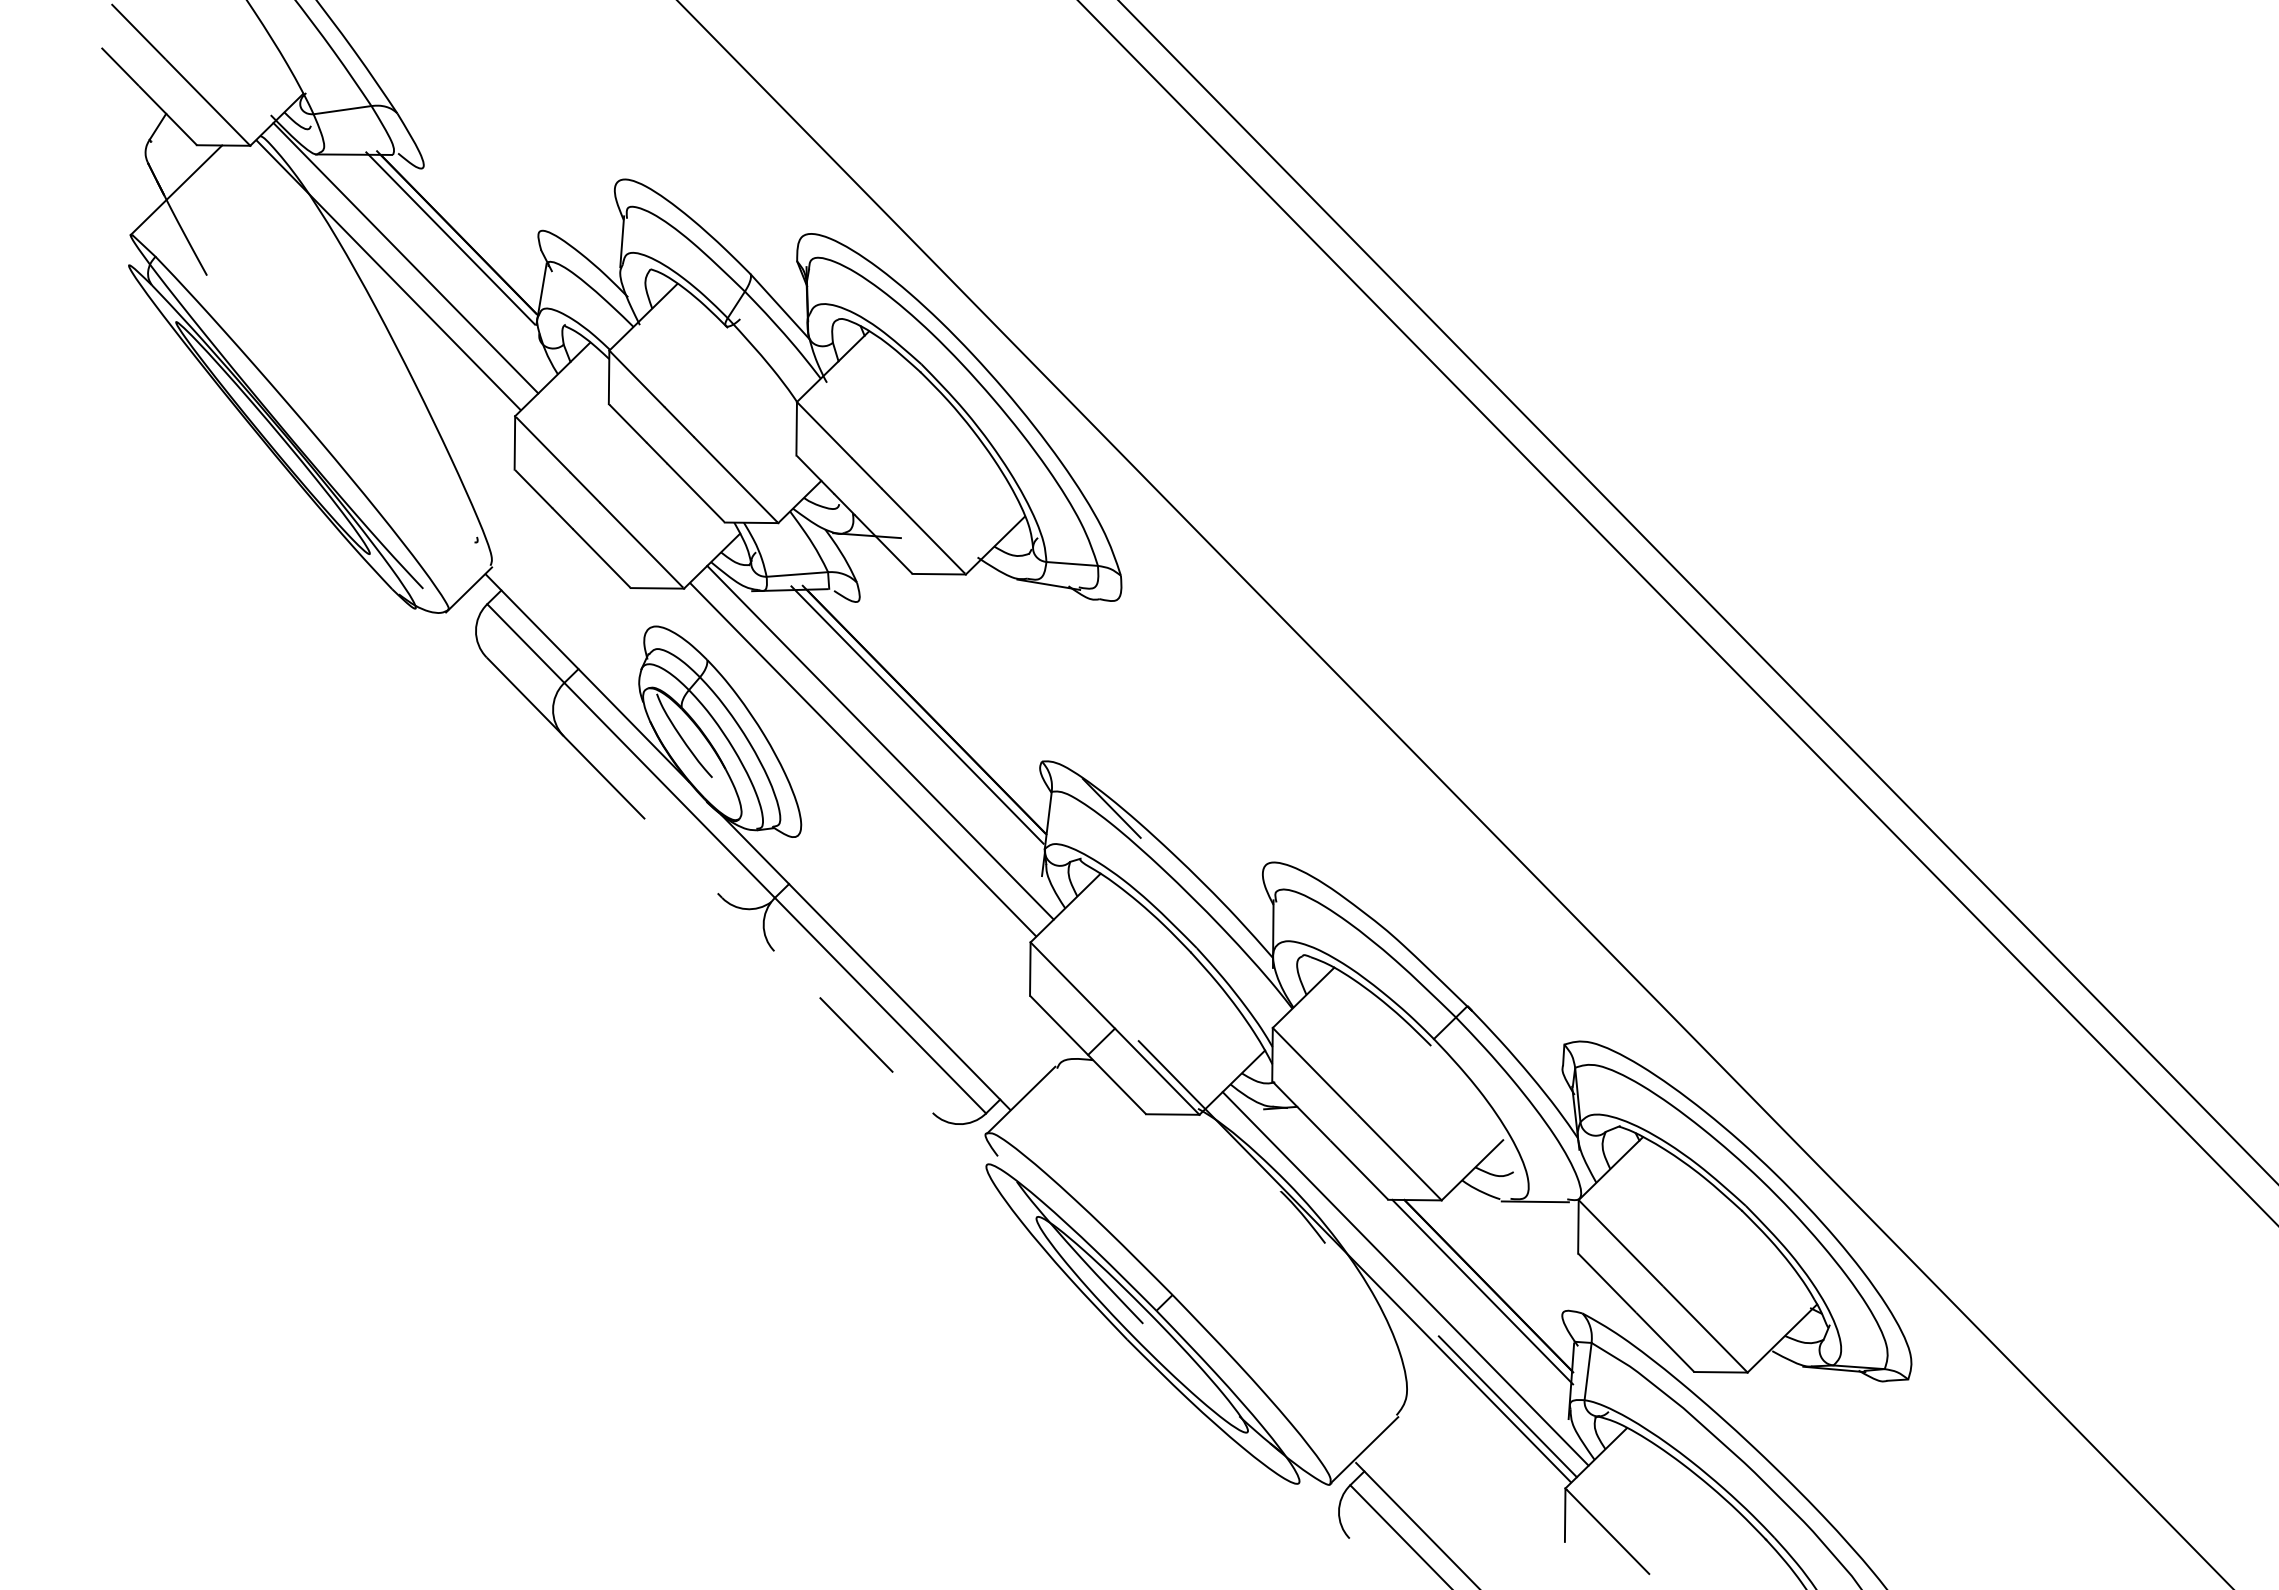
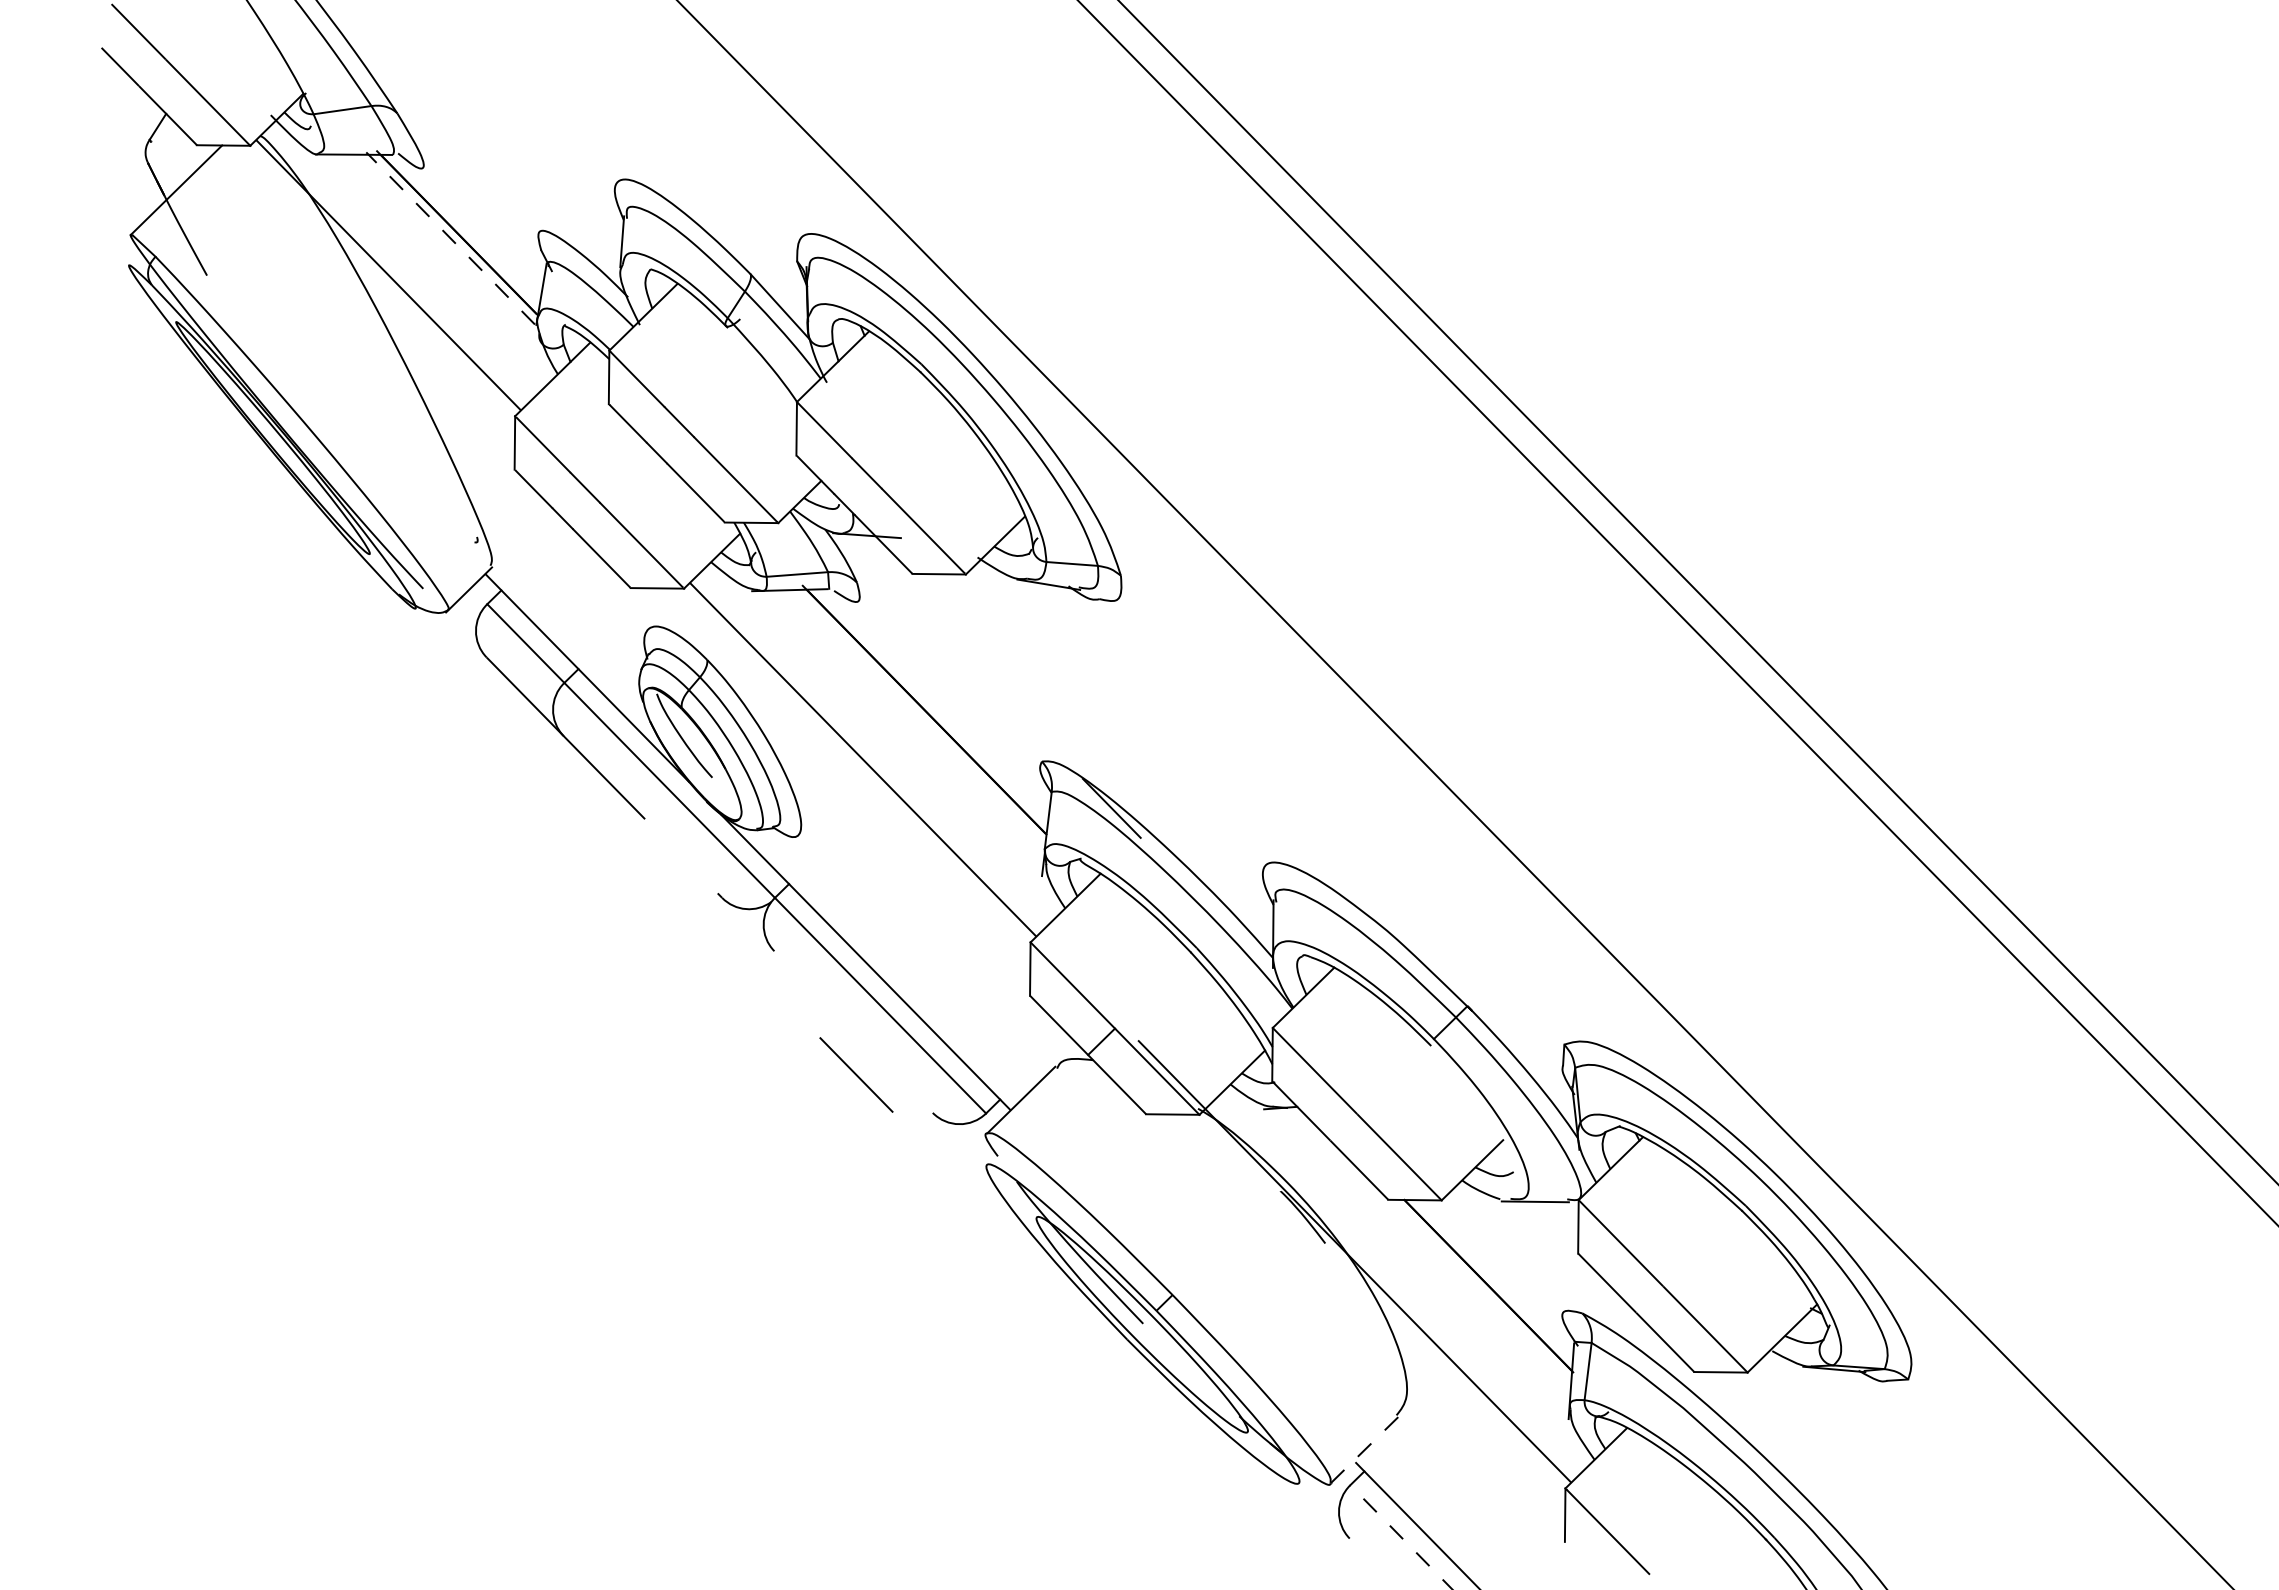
line at (450, 238): solid -> dashed
line at (405, 258): present -> none
line at (917, 714): present -> none
line at (880, 742): present -> none
line at (856, 1034) position: (856, 1034) -> (856, 1074)
line at (1405, 1278): present -> none
line at (1482, 1291): present -> none
line at (1507, 1406): present -> none
line at (1364, 1450): solid -> dashed
line at (1401, 1537): solid -> dashed
